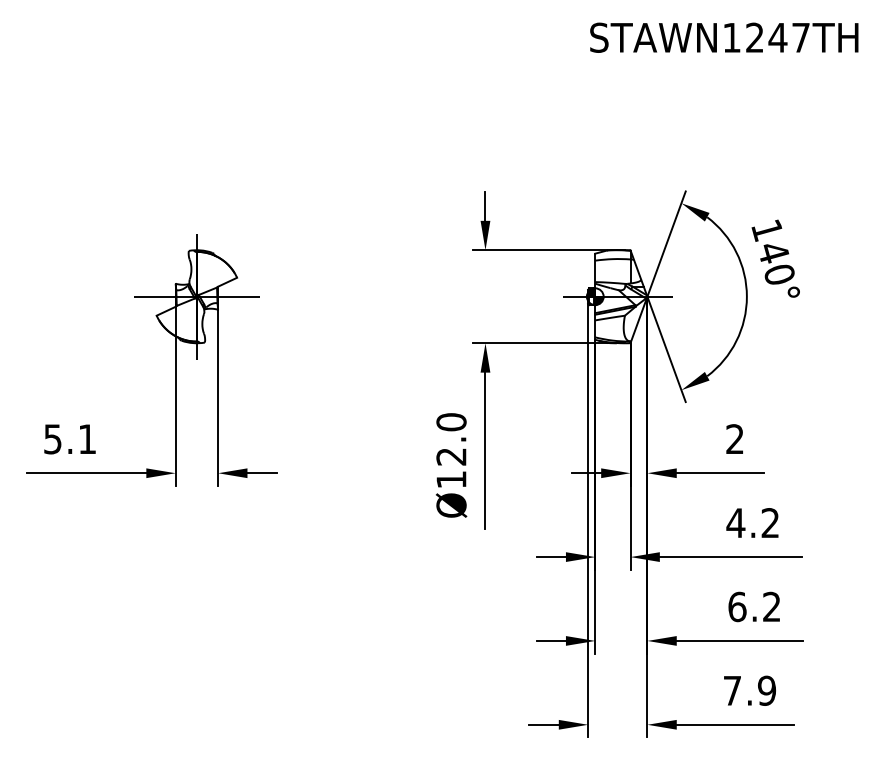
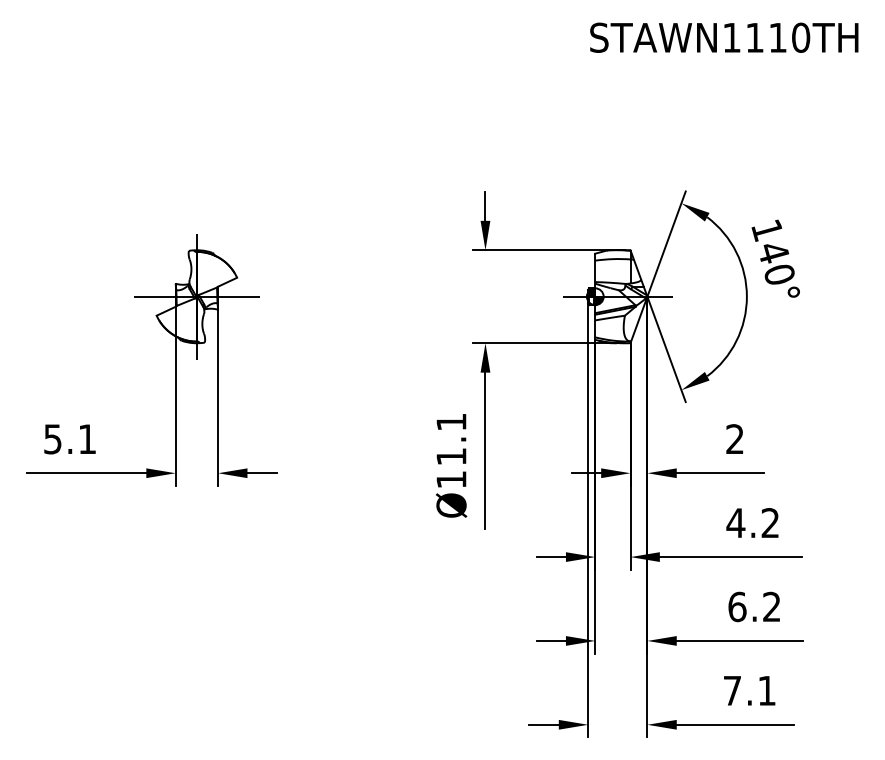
text at (778, 37): STAWN1247TH -> STAWN1110TH
text at (451, 439): Ø12.0 -> Ø11.1
text at (767, 690): 7.9 -> 7.1
